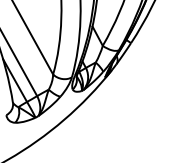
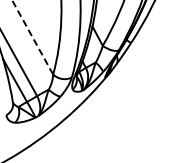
line at (32, 36): solid -> dashed
